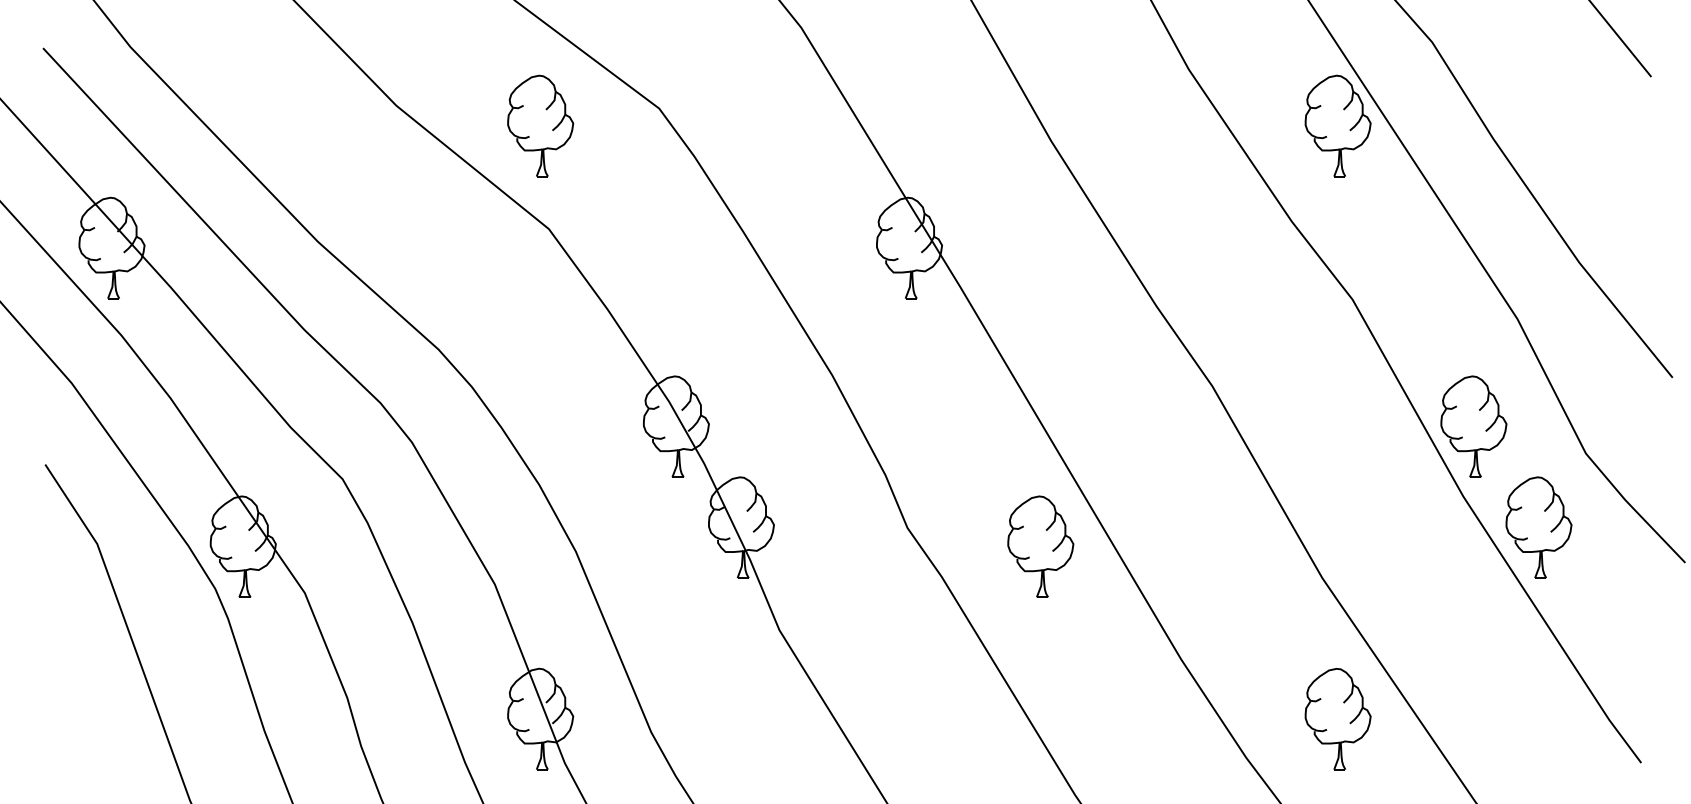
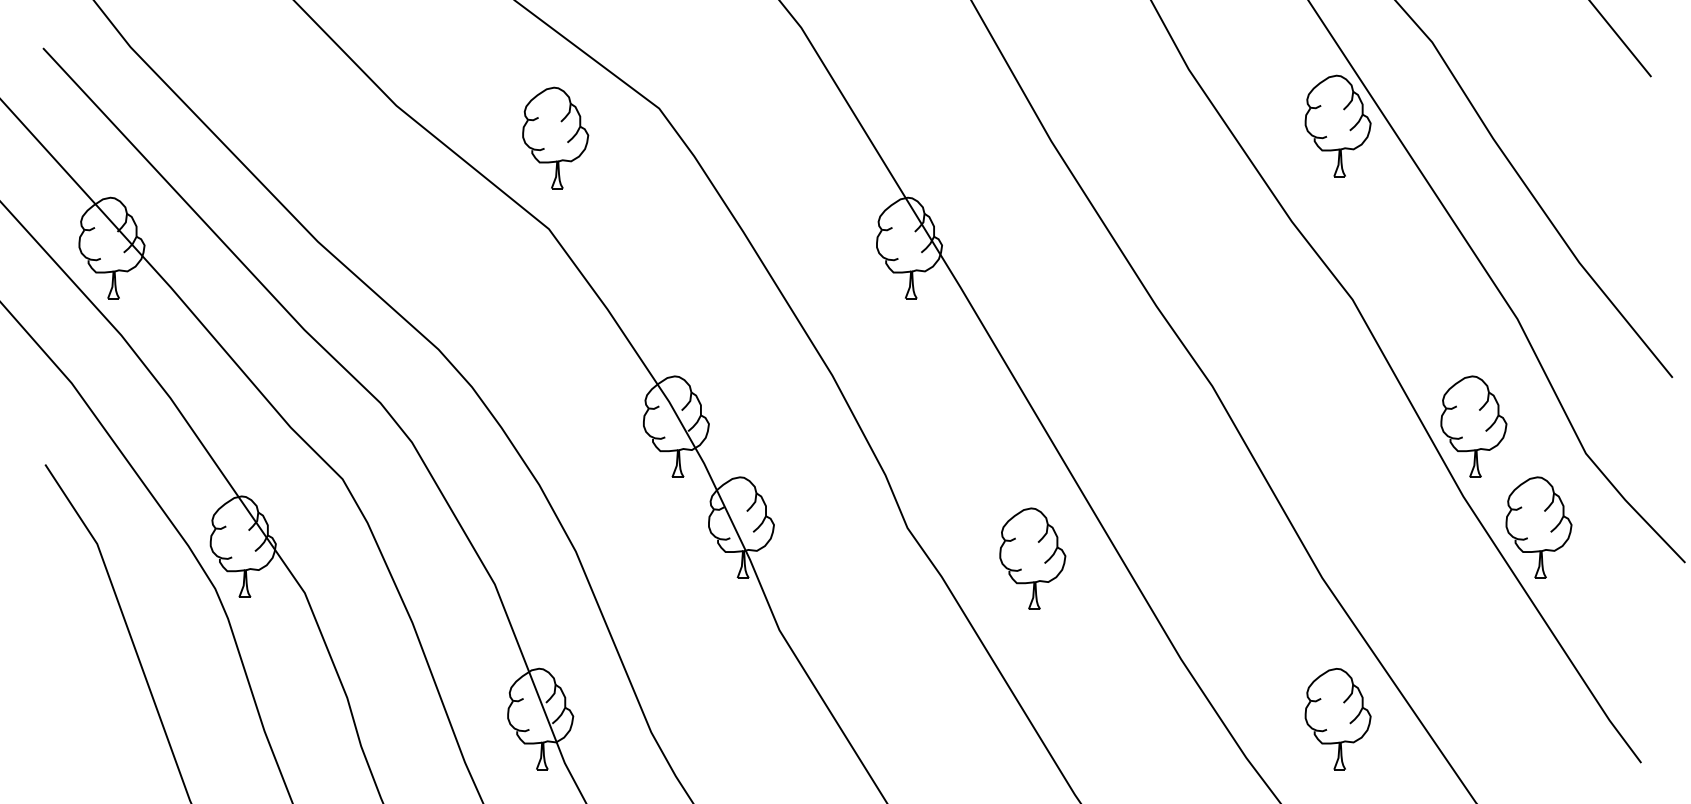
part at (540, 125) position: (540, 125) -> (555, 137)
part at (1040, 546) position: (1040, 546) -> (1032, 558)
